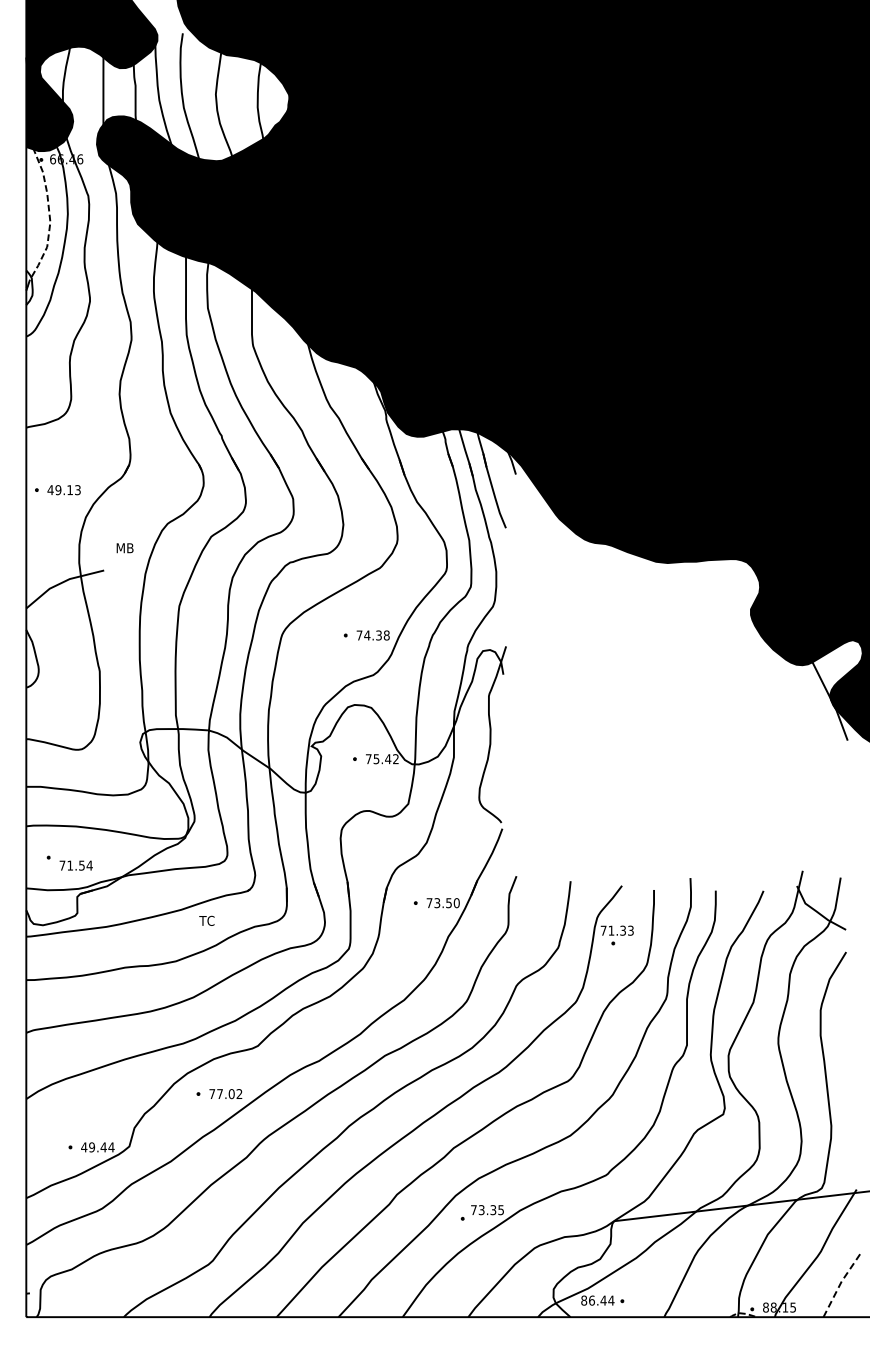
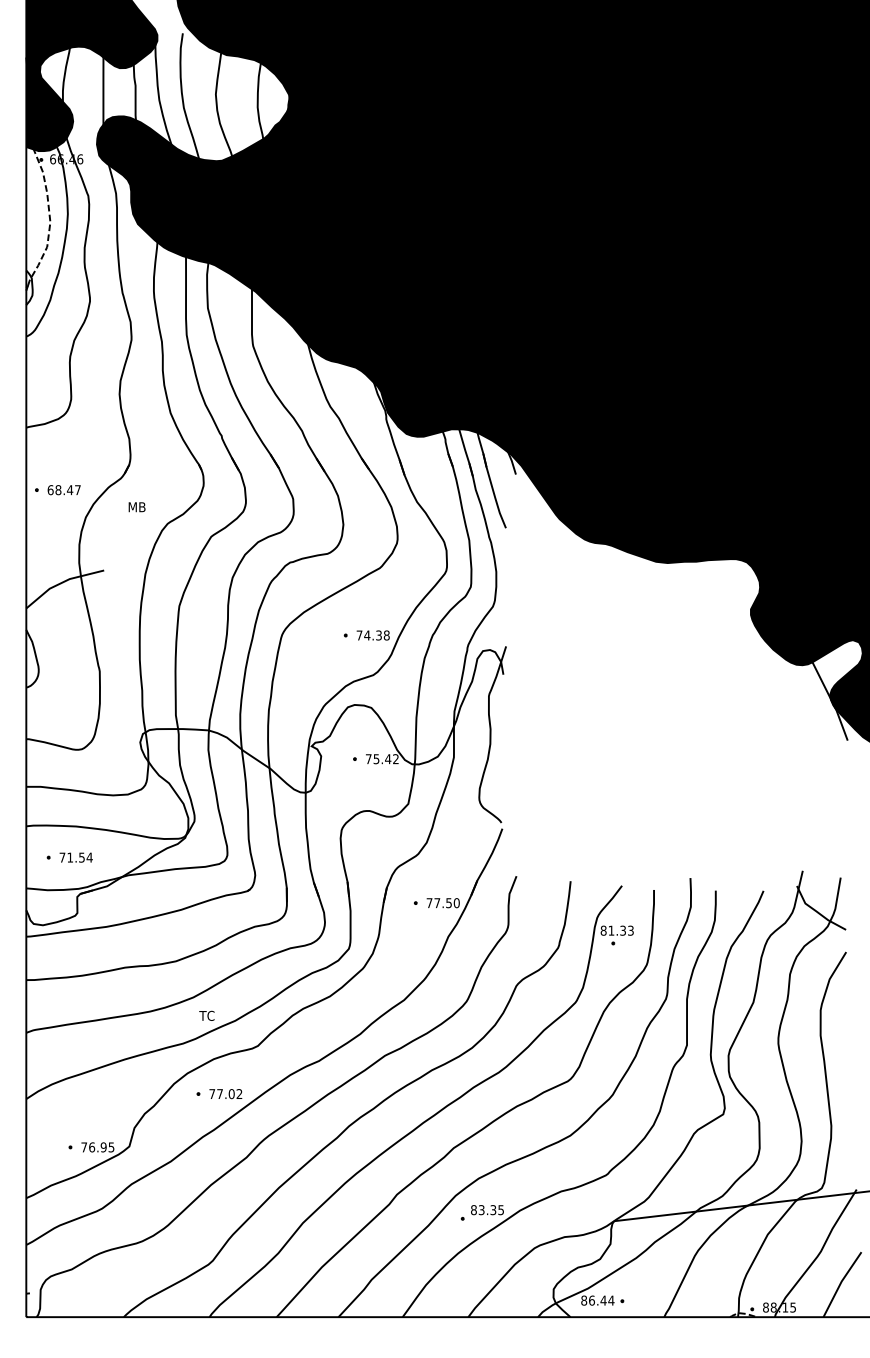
text at (63, 490): 49.13 -> 68.47
text at (124, 548) position: (124, 548) -> (136, 507)
text at (75, 865) position: (75, 865) -> (75, 857)
text at (437, 903): 73.50 -> 77.50
text at (206, 920) position: (206, 920) -> (206, 1015)
text at (603, 930): 71.33 -> 81.33
text at (97, 1147): 49.44 -> 76.95
text at (473, 1210): 73.35 -> 83.35
line at (840, 1283): dashed -> solid
